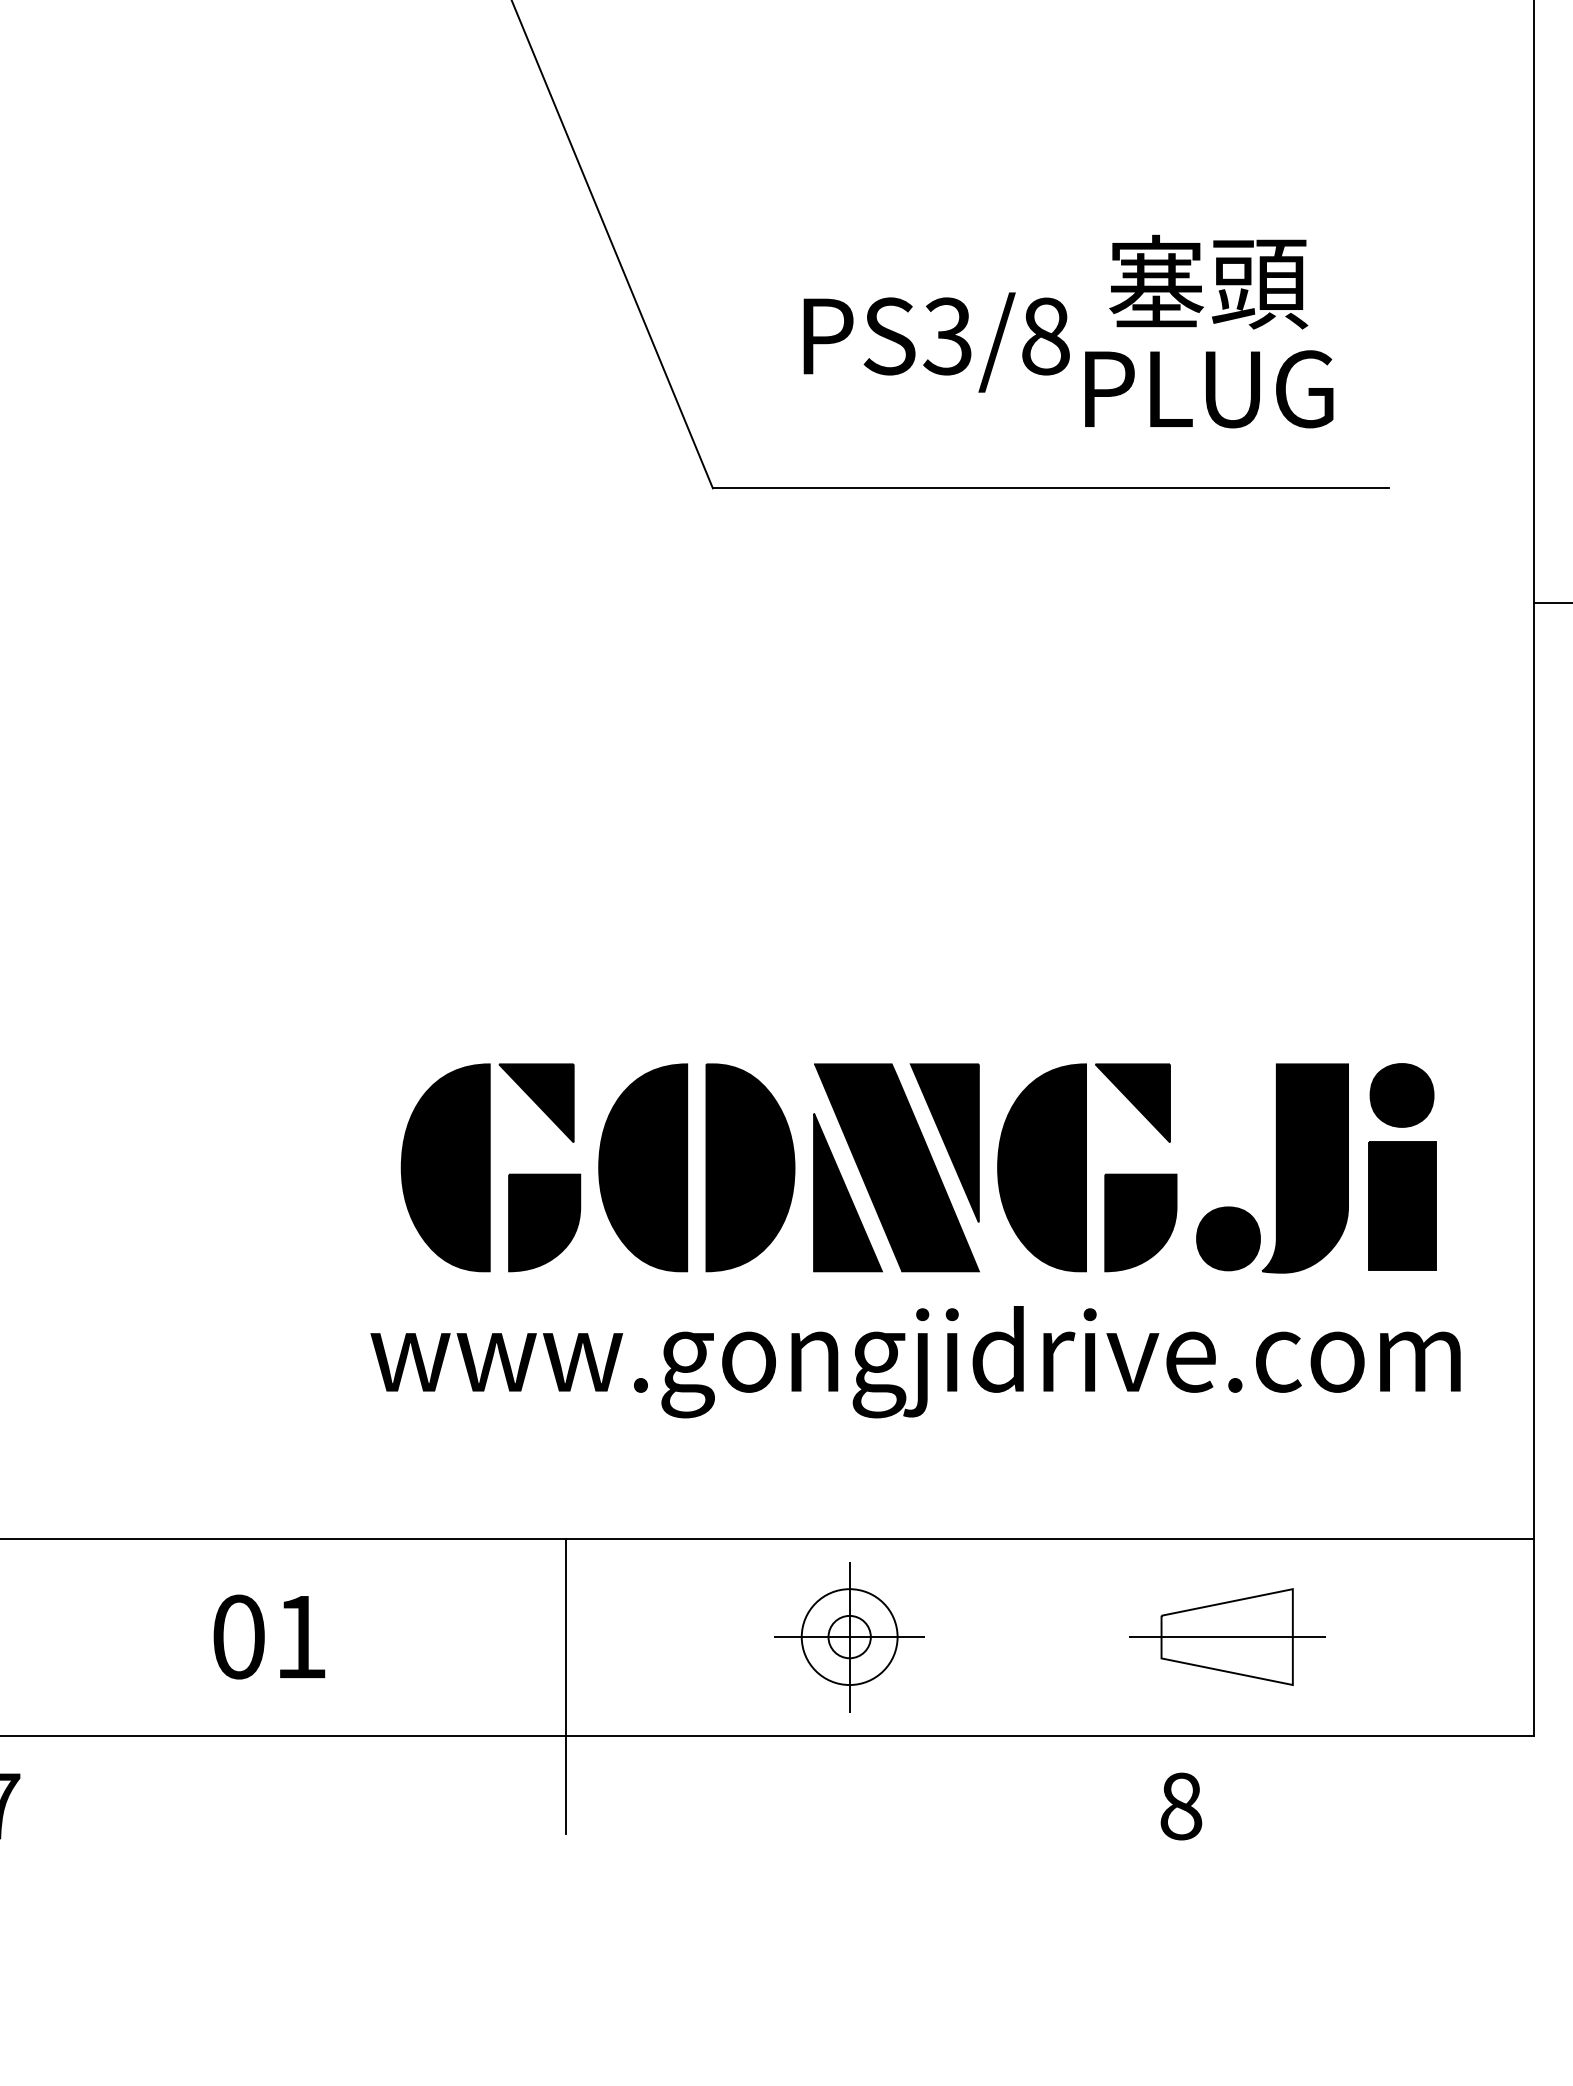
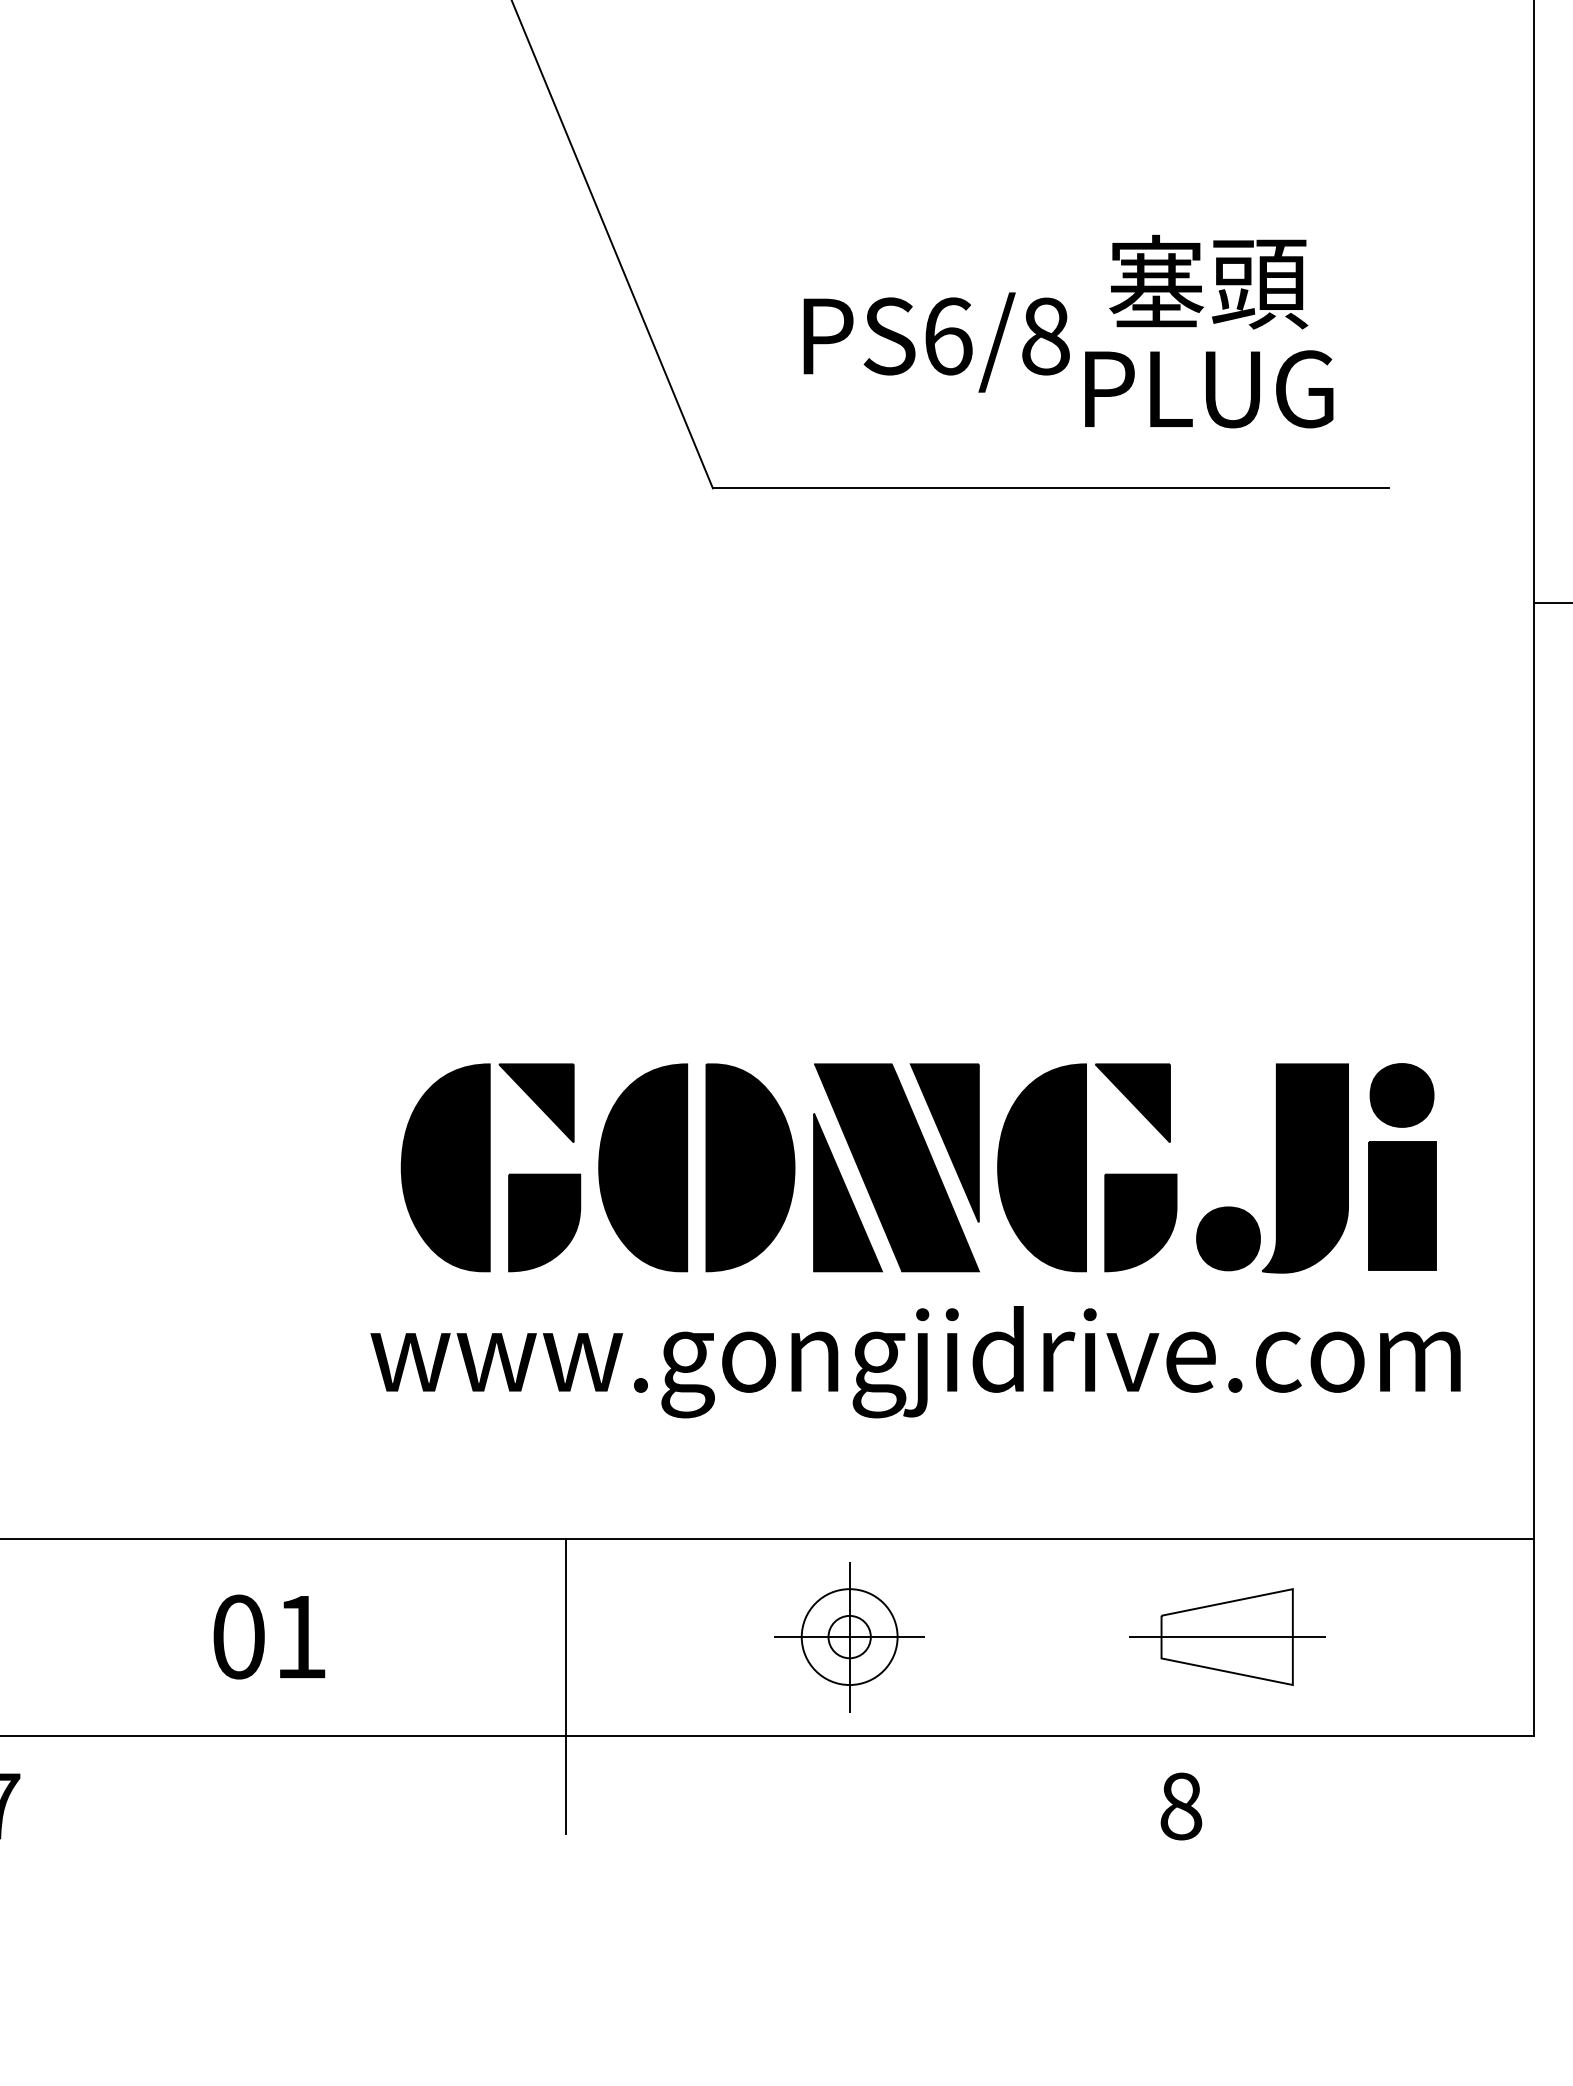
text at (947, 336): PS3/8 -> PS6/8
